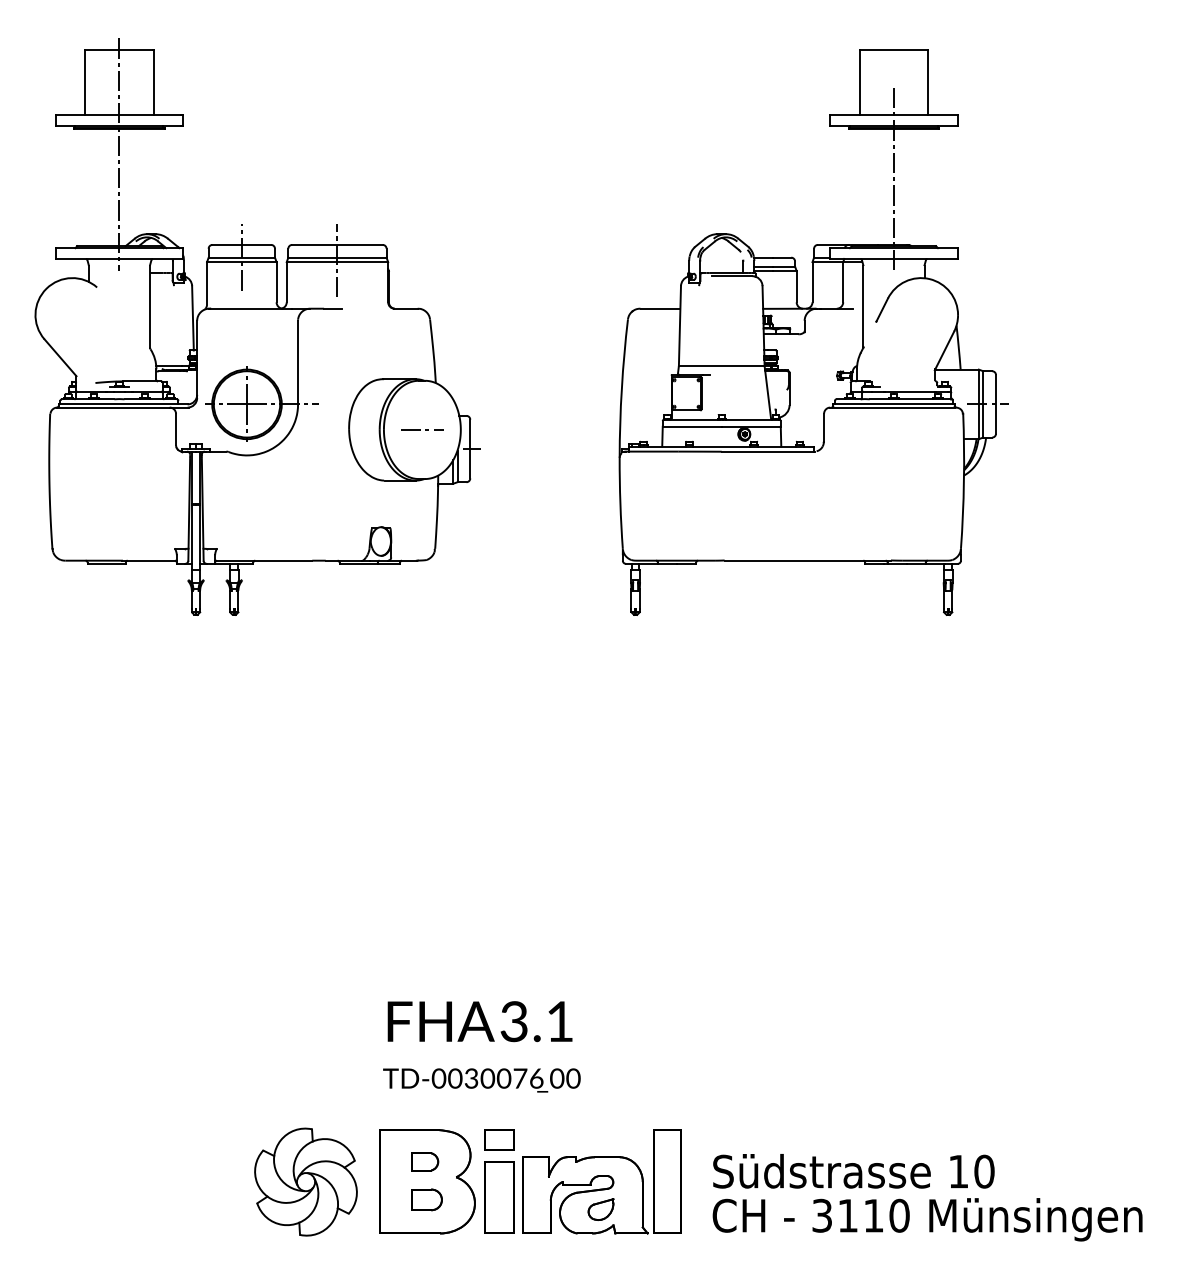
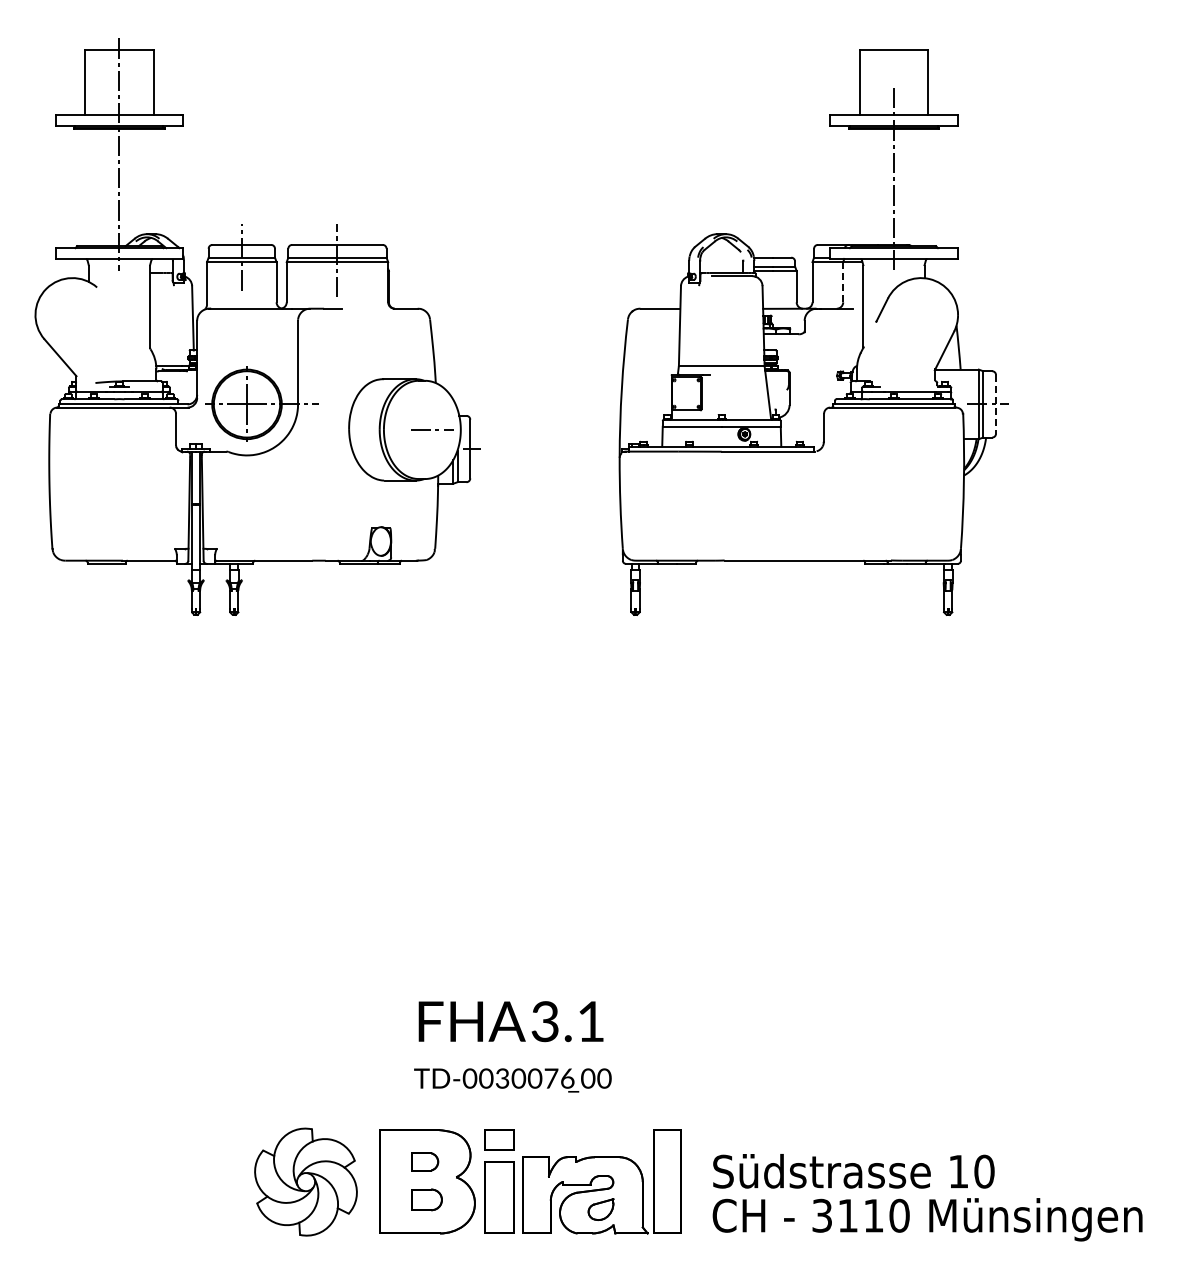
line at (843, 282): solid -> dashed
line at (996, 404): solid -> dashed
line at (420, 429) position: (420, 429) -> (430, 429)
text at (481, 1046) position: (481, 1046) -> (512, 1046)
